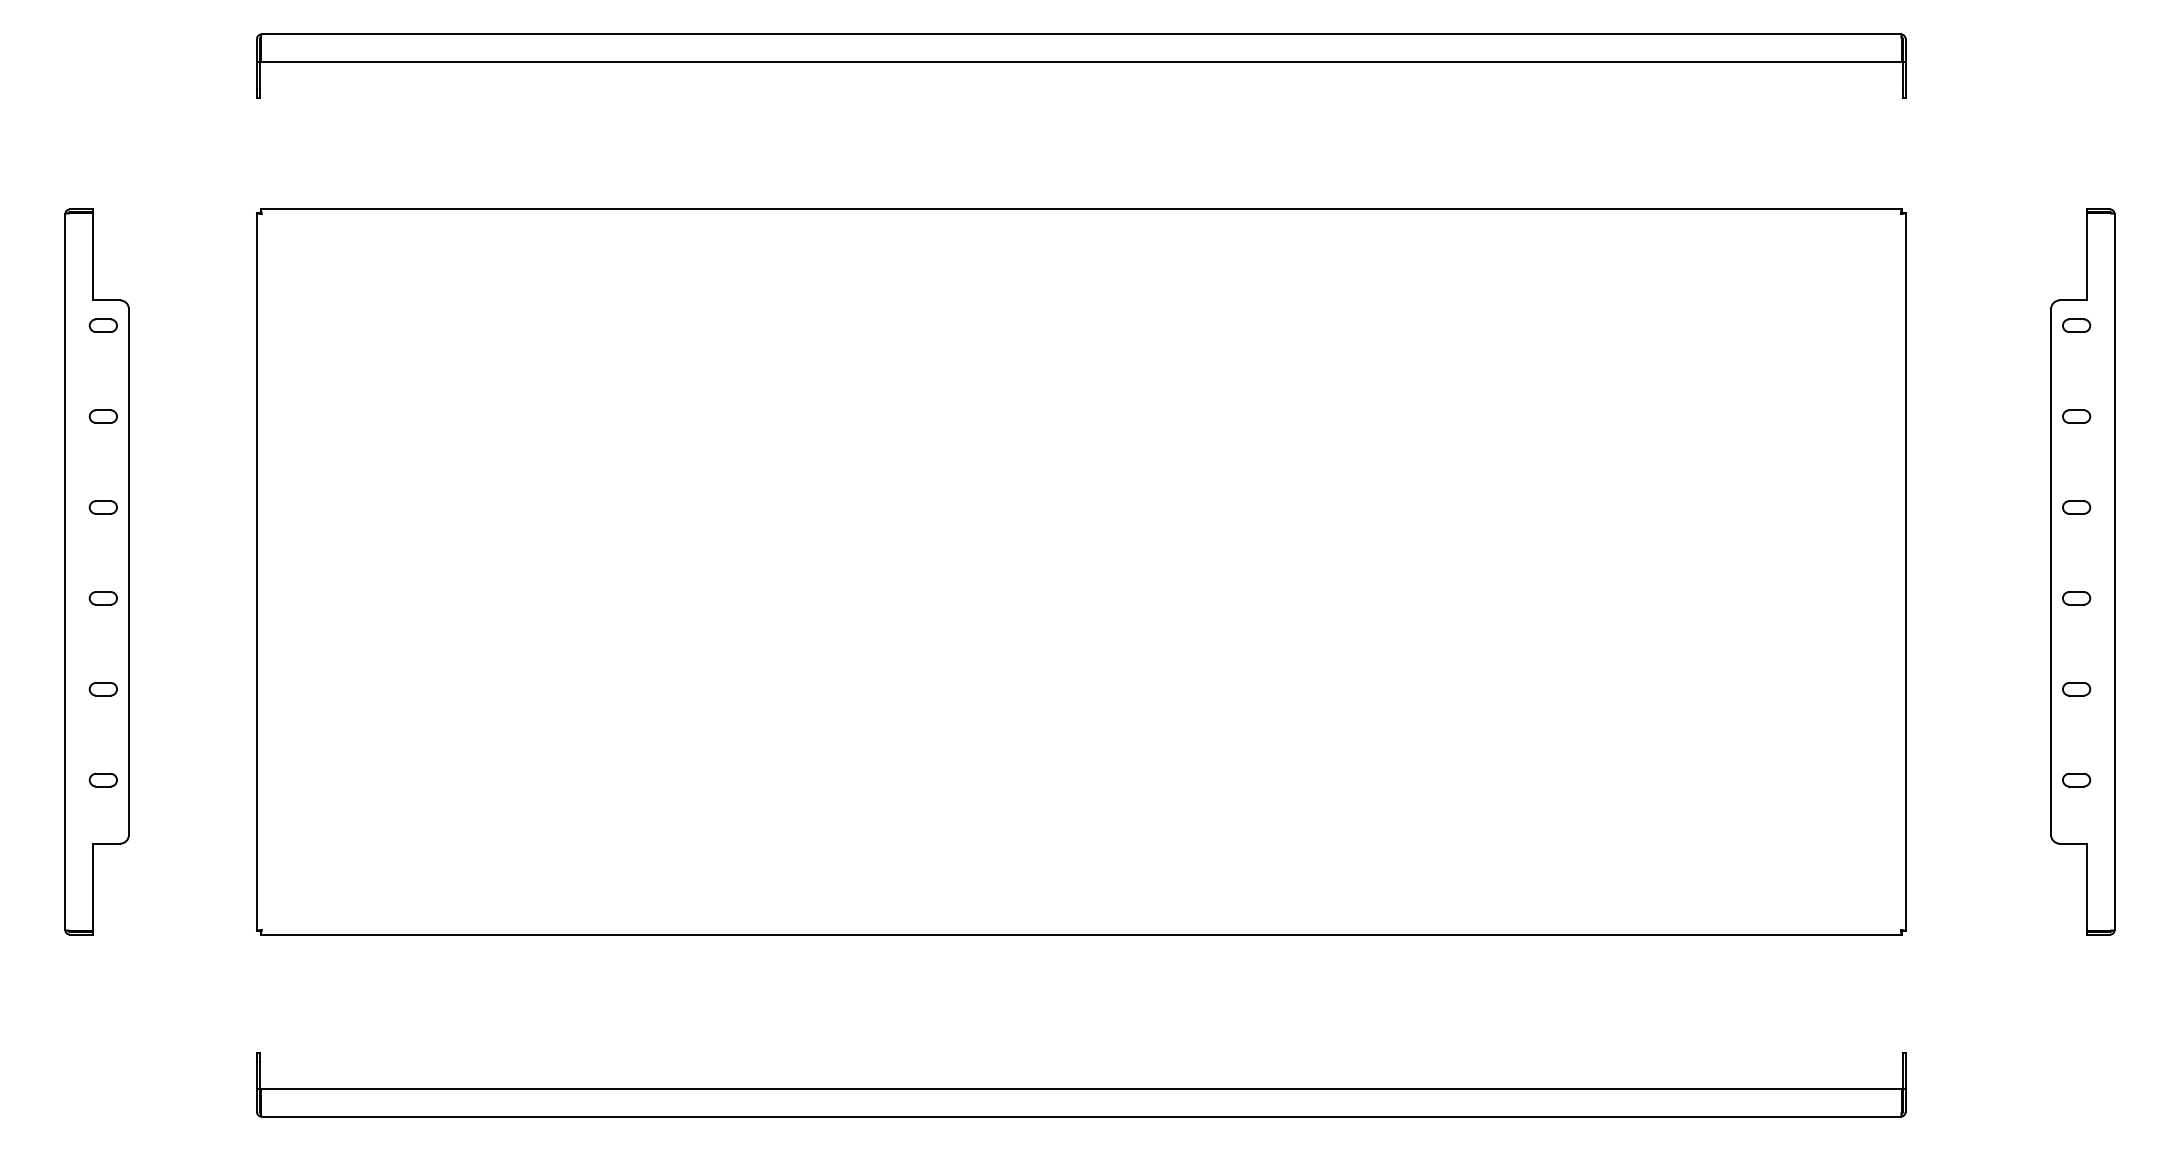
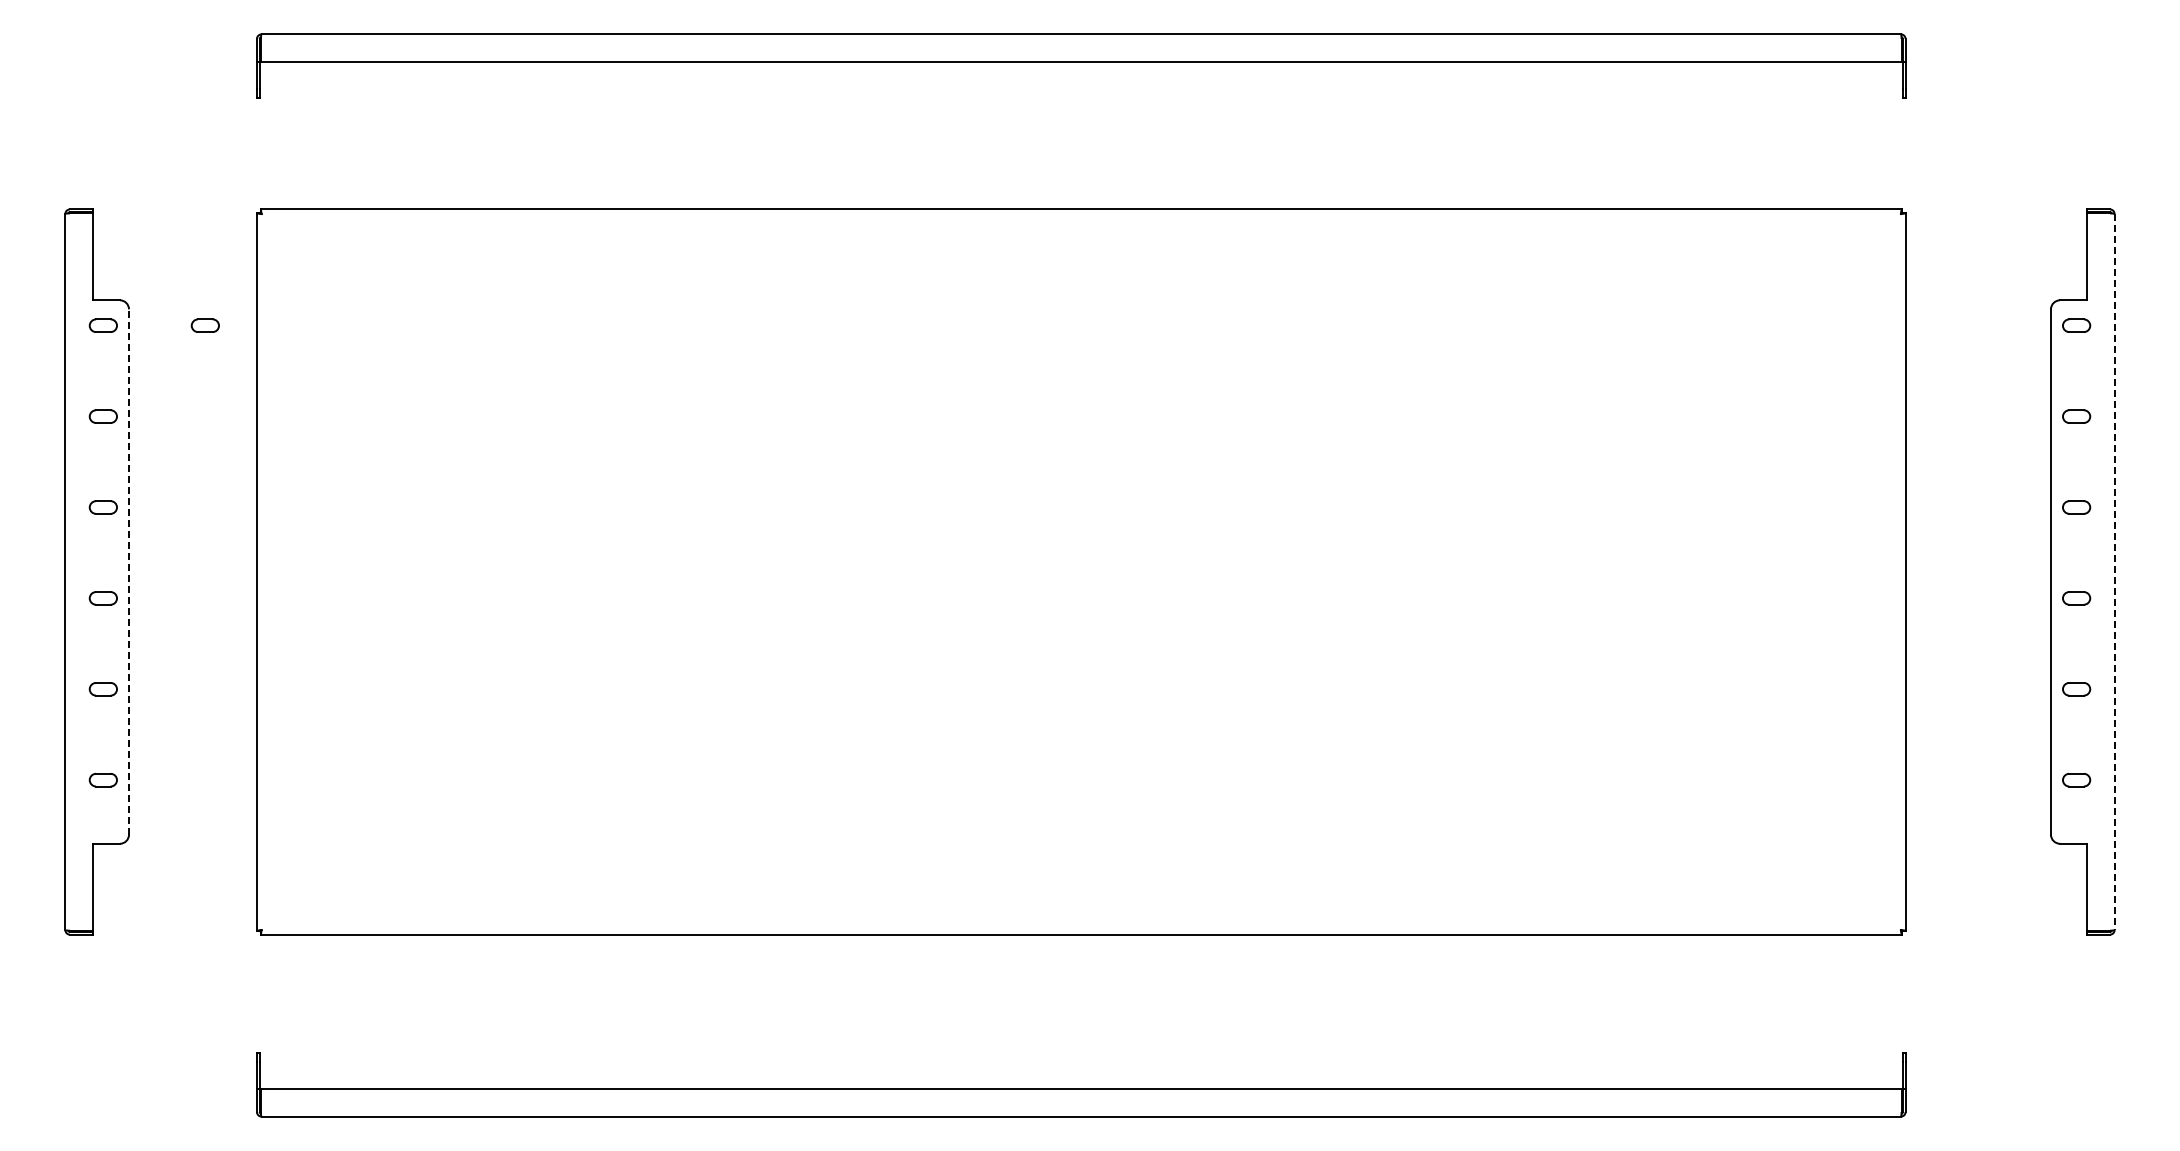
part at (204, 325): none -> present
line at (129, 572): solid -> dashed
line at (2114, 572): solid -> dashed
